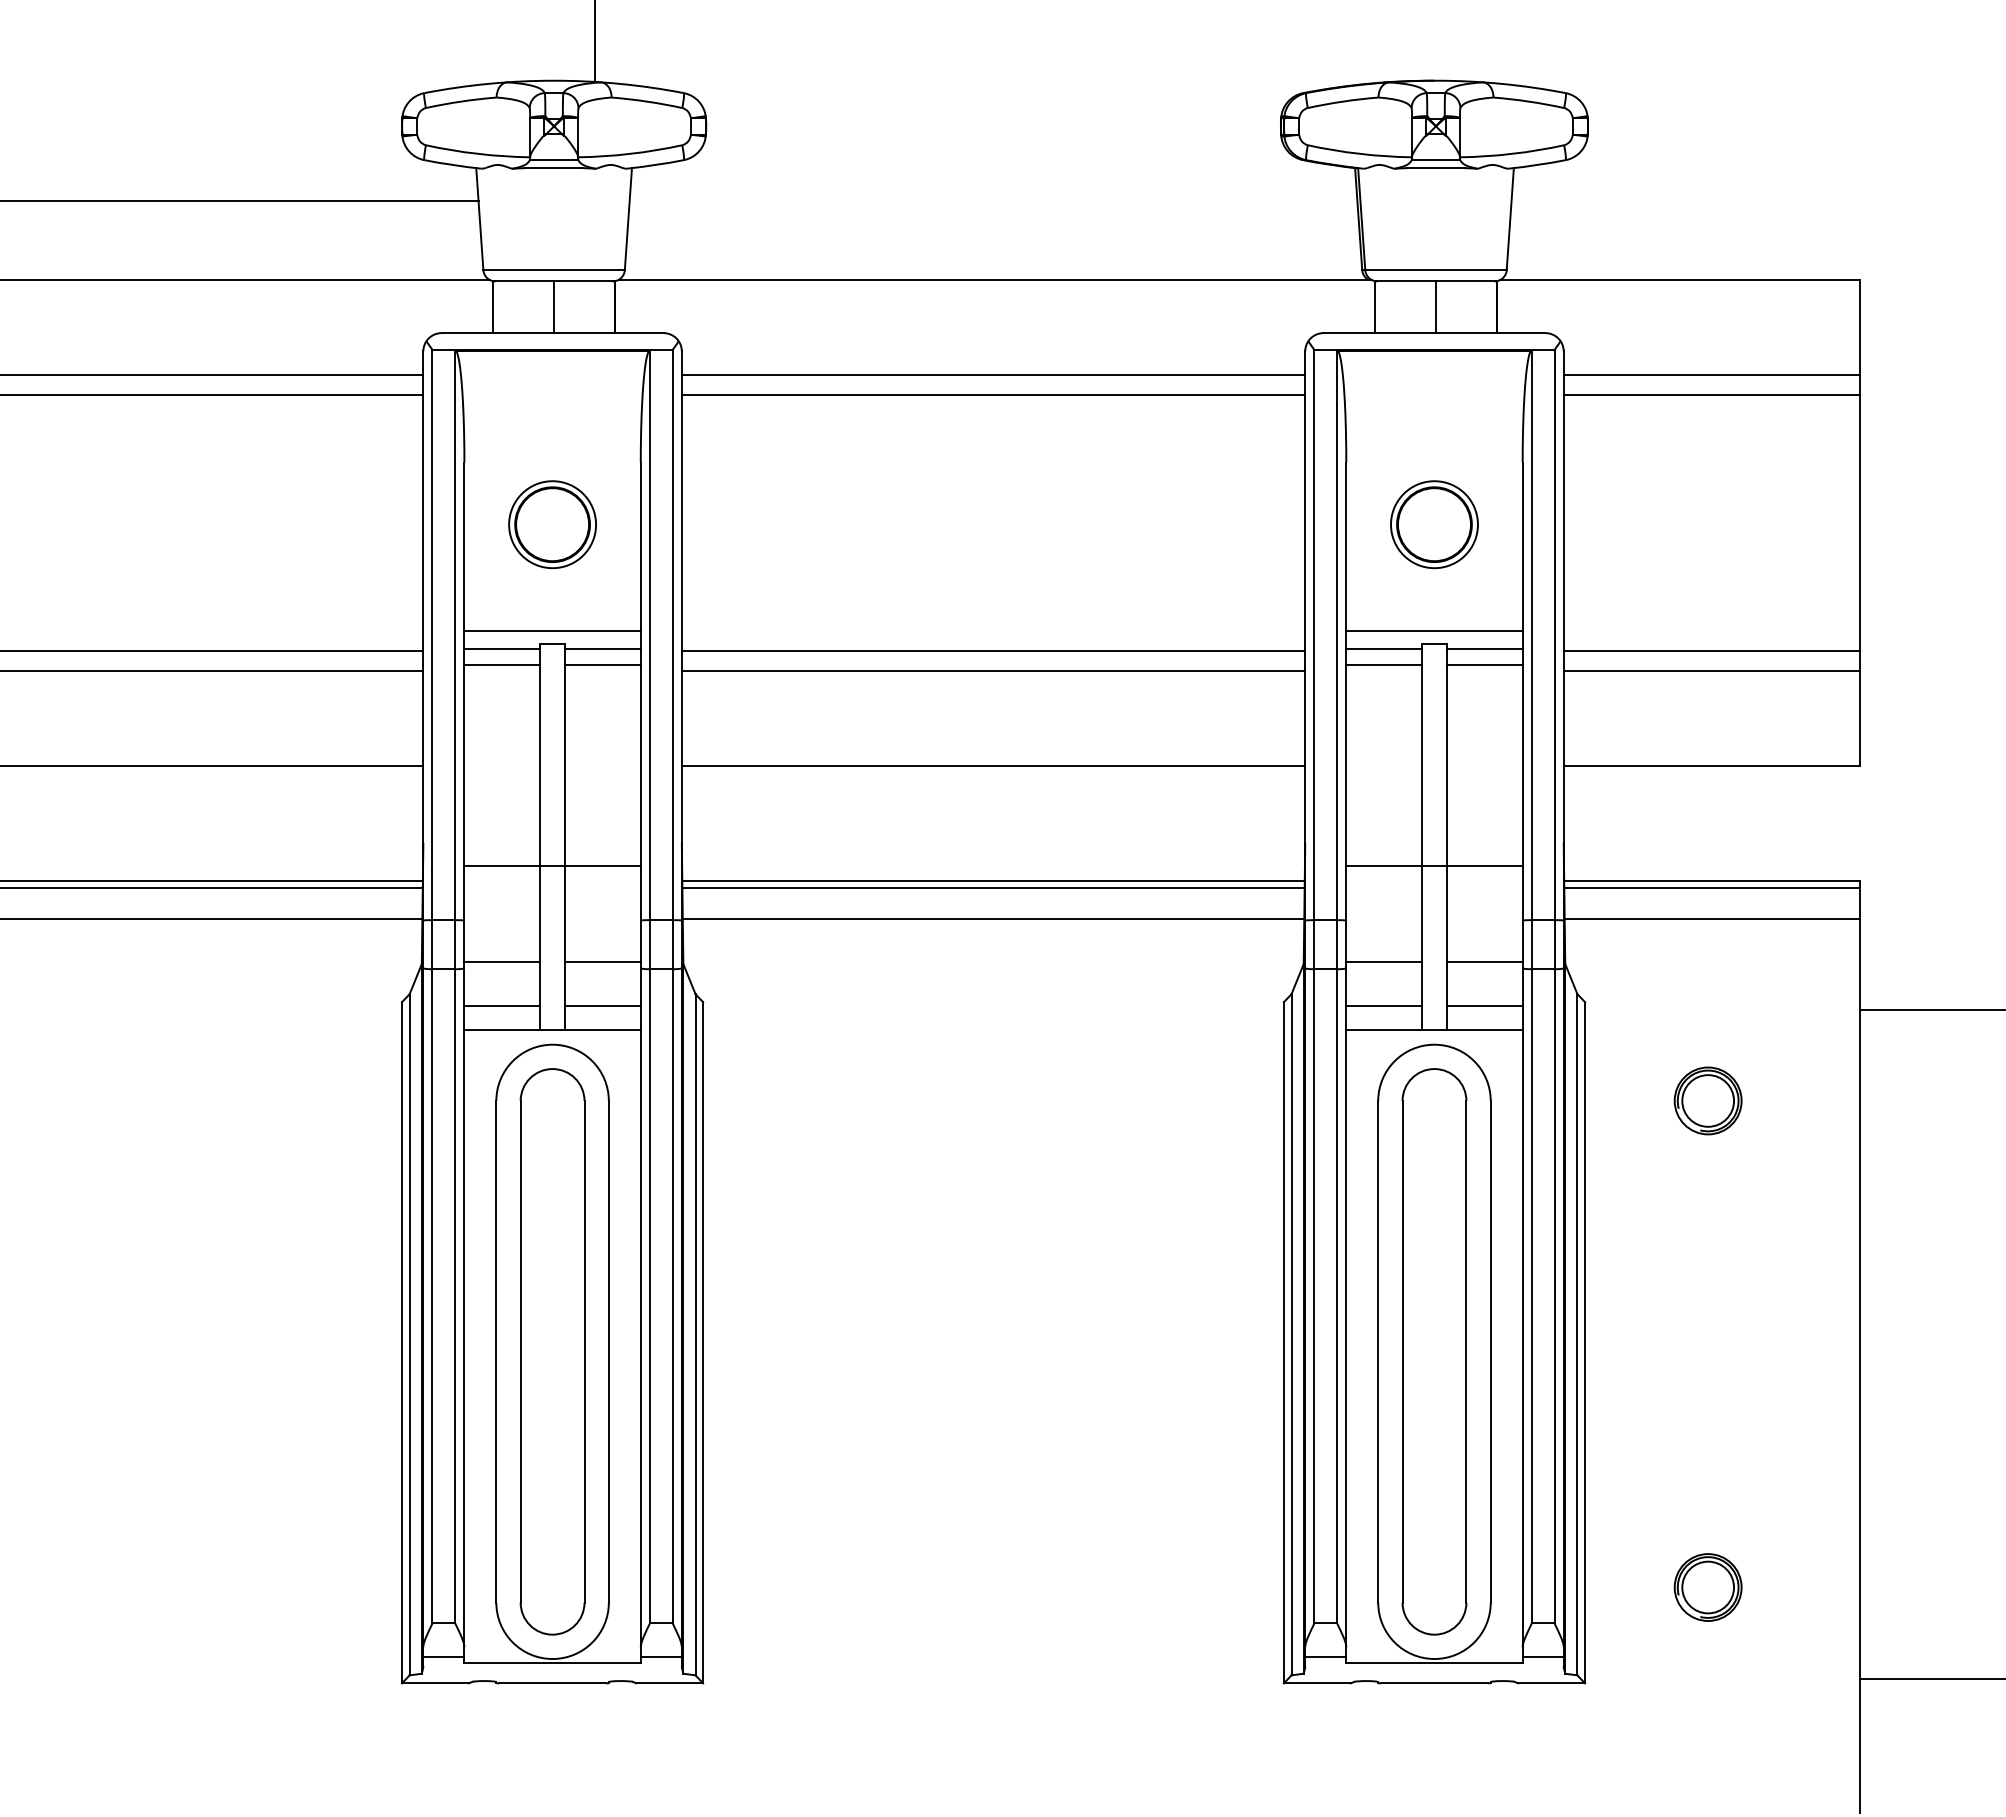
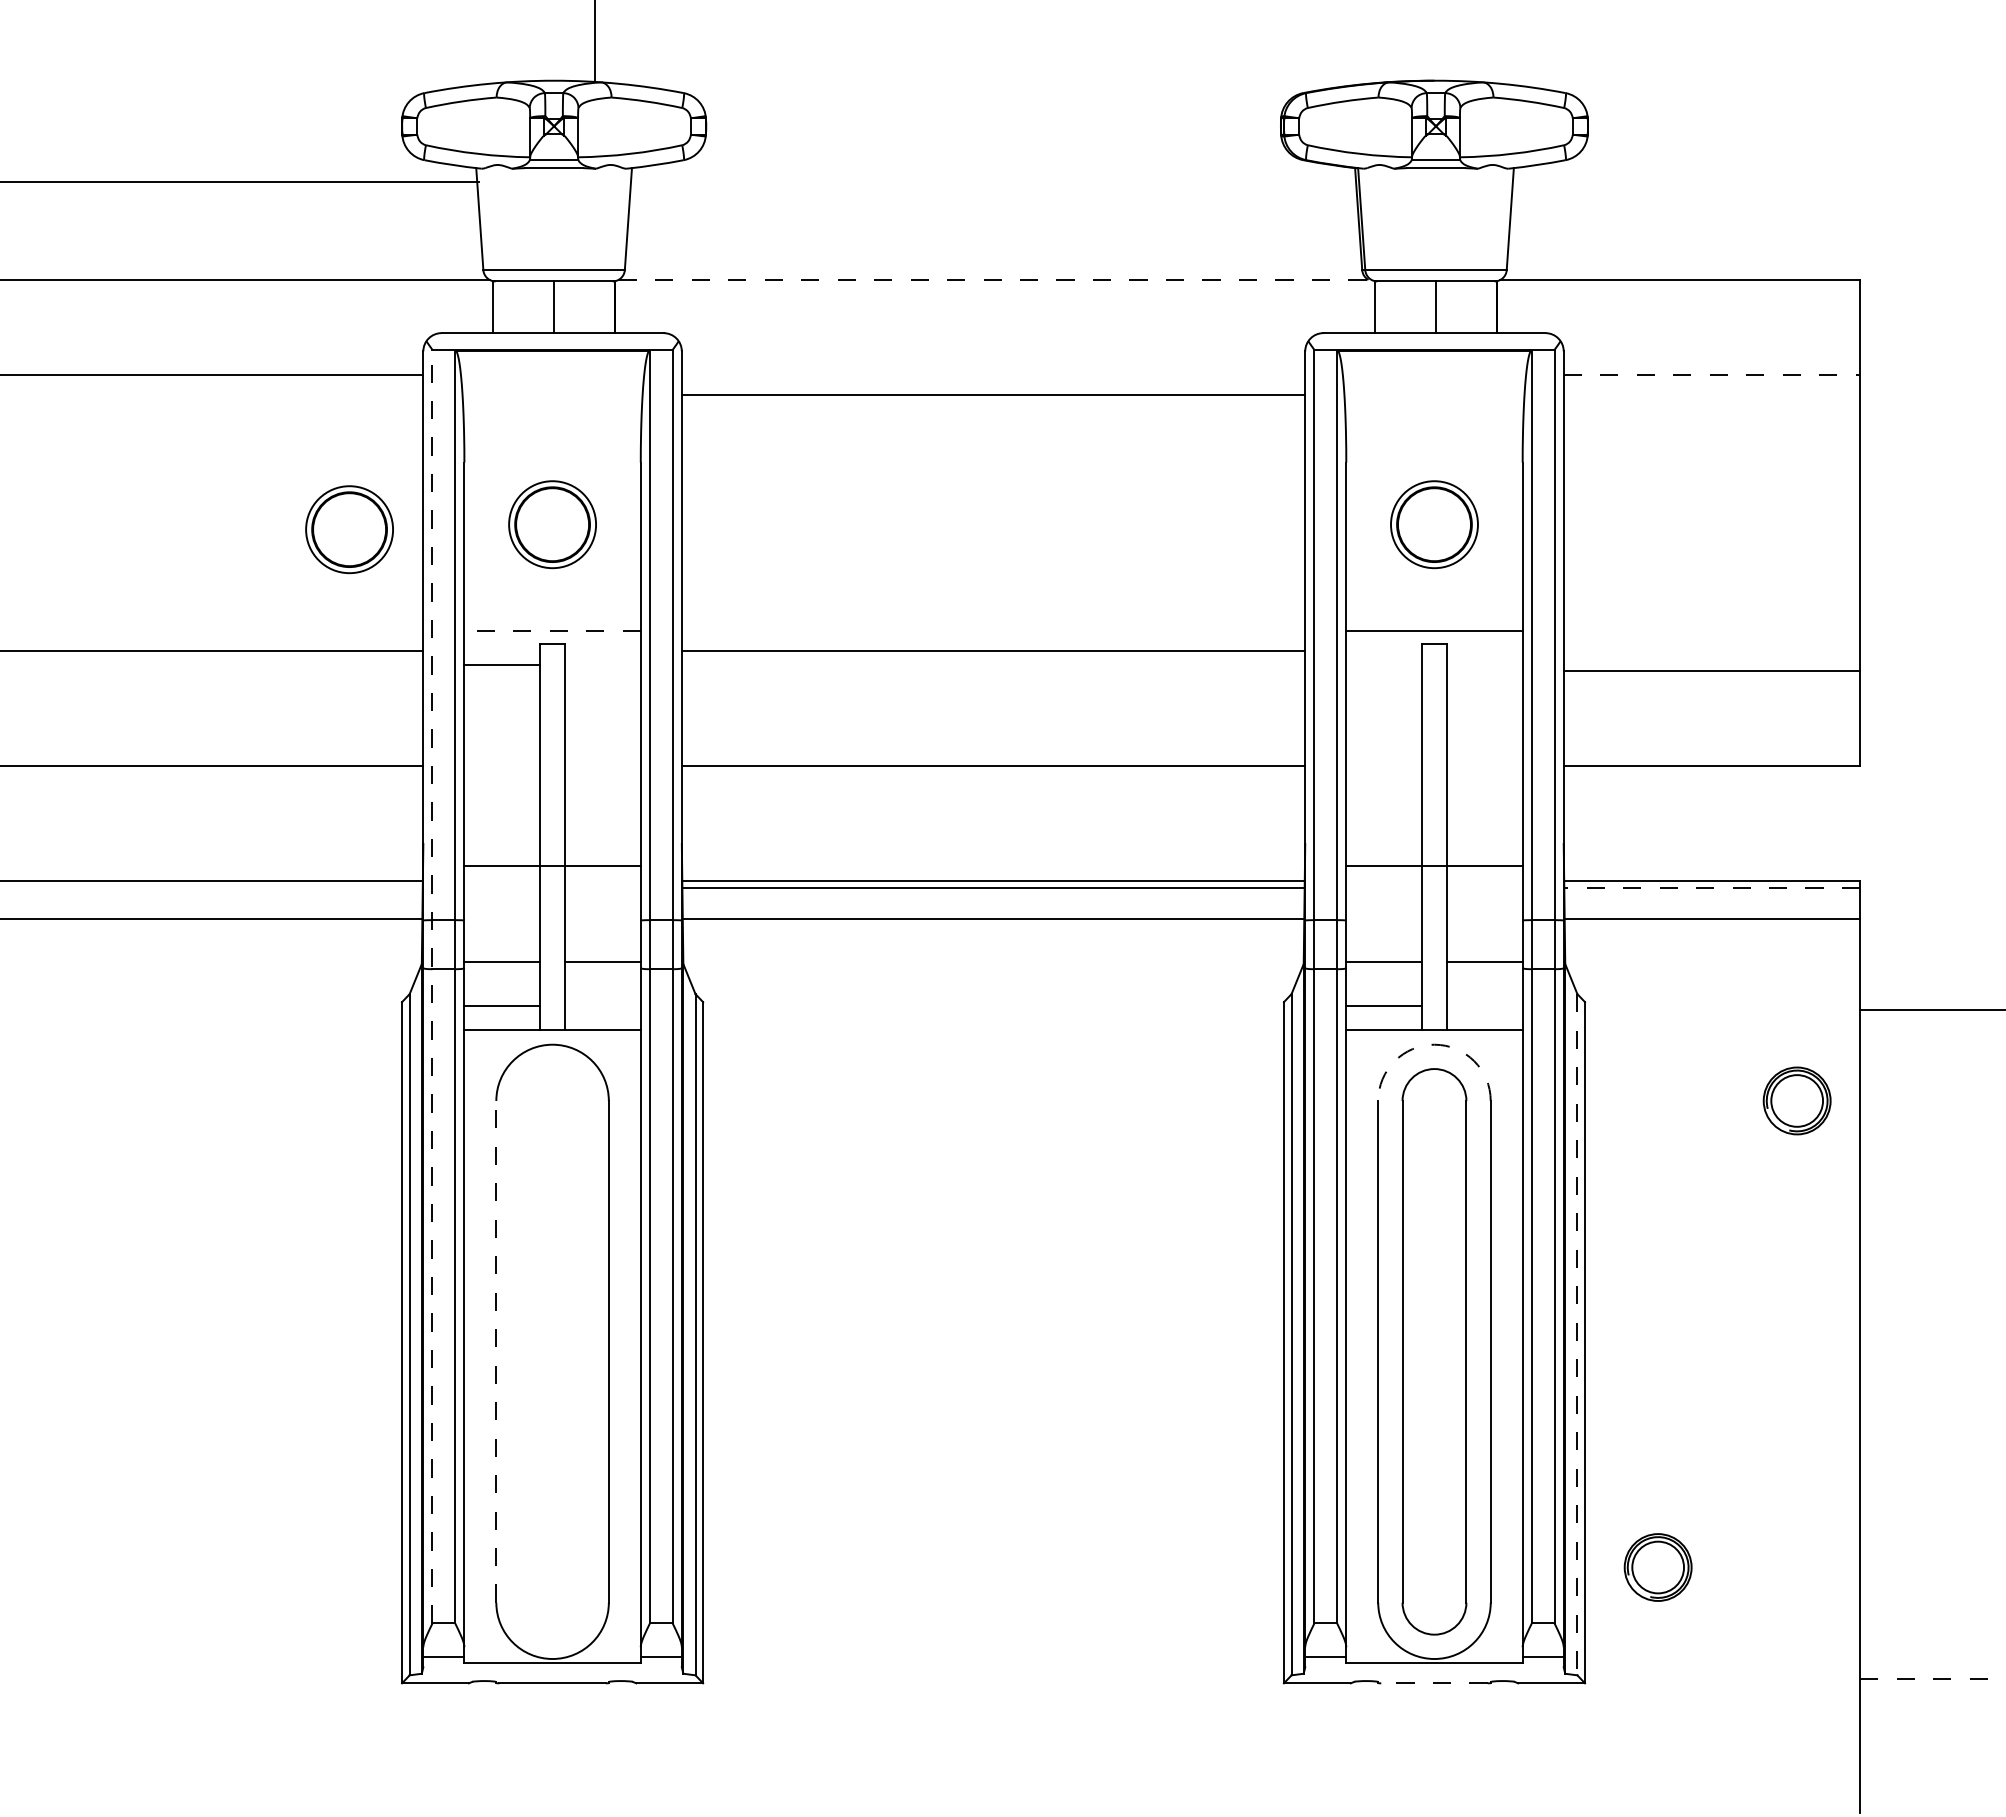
line at (240, 200) position: (240, 200) -> (240, 181)
line at (995, 279): solid -> dashed
line at (993, 374): present -> none
line at (1712, 374): solid -> dashed
line at (212, 395): present -> none
line at (1711, 395): present -> none
part at (349, 529): none -> present
line at (552, 631): solid -> dashed
line at (502, 649): present -> none
line at (602, 649): present -> none
line at (1384, 649): present -> none
line at (1484, 649): present -> none
line at (1711, 650): present -> none
line at (602, 664): present -> none
line at (1384, 664): present -> none
line at (1484, 664): present -> none
line at (212, 671): present -> none
line at (993, 671): present -> none
line at (212, 888): present -> none
line at (1712, 888): solid -> dashed
line at (432, 986): solid -> dashed
line at (602, 1006): present -> none
line at (1484, 1006): present -> none
arc at (1434, 1044): solid -> dashed
part at (1707, 1100) position: (1707, 1100) -> (1796, 1100)
line at (1577, 1334): solid -> dashed
line at (496, 1351): solid -> dashed
part at (552, 1351): present -> none
part at (1707, 1587) position: (1707, 1587) -> (1657, 1567)
line at (1933, 1678): solid -> dashed
line at (1433, 1683): solid -> dashed
